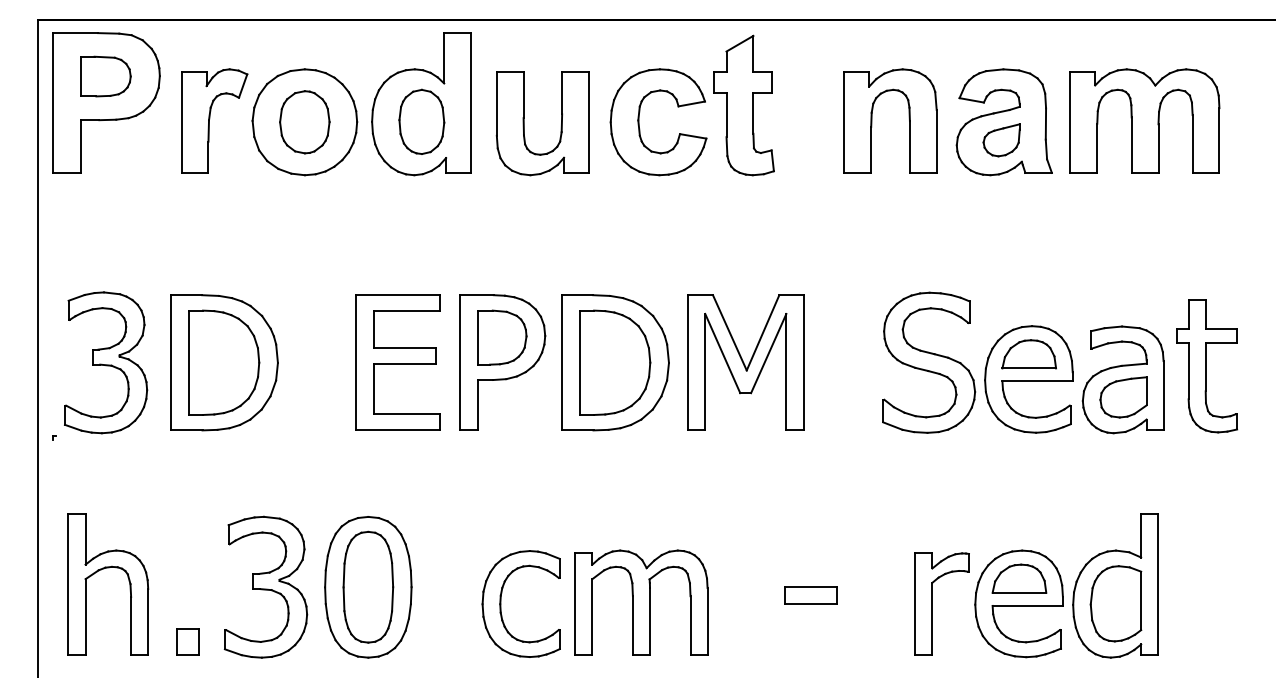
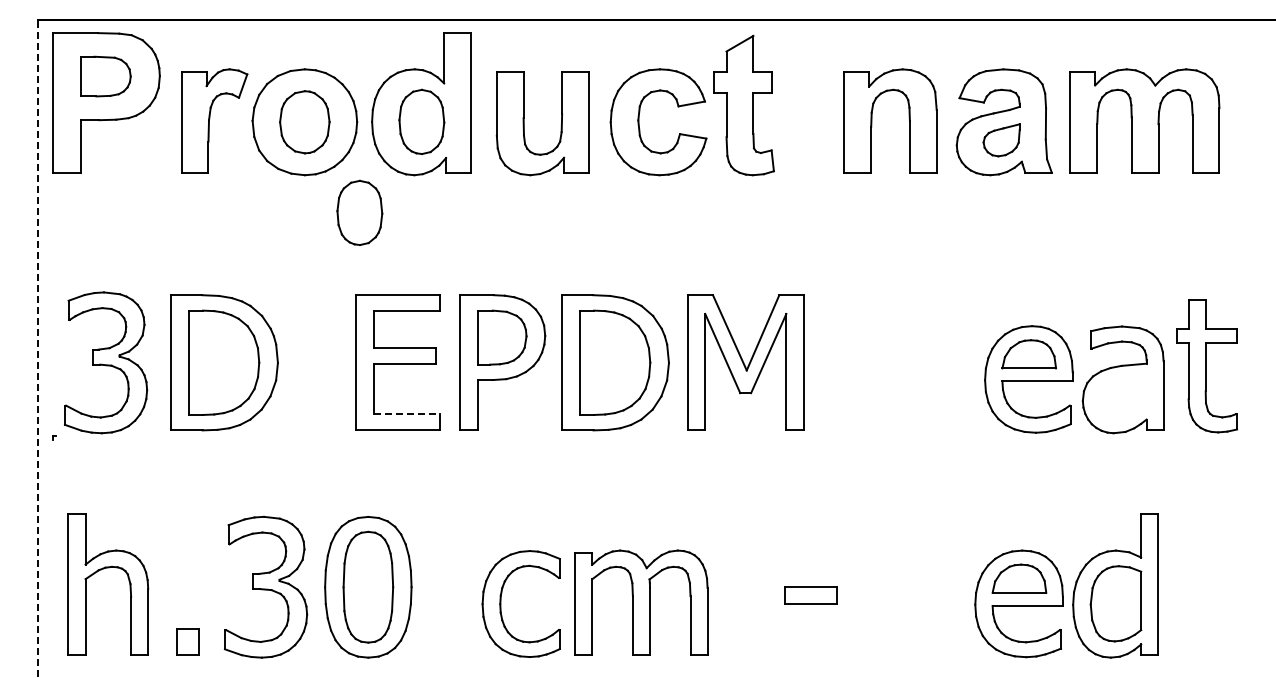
part at (359, 212): none -> present
line at (38, 349): solid -> dashed
part at (929, 362): present -> none
part at (1123, 397): present -> none
line at (407, 414): solid -> dashed
part at (932, 603): present -> none
